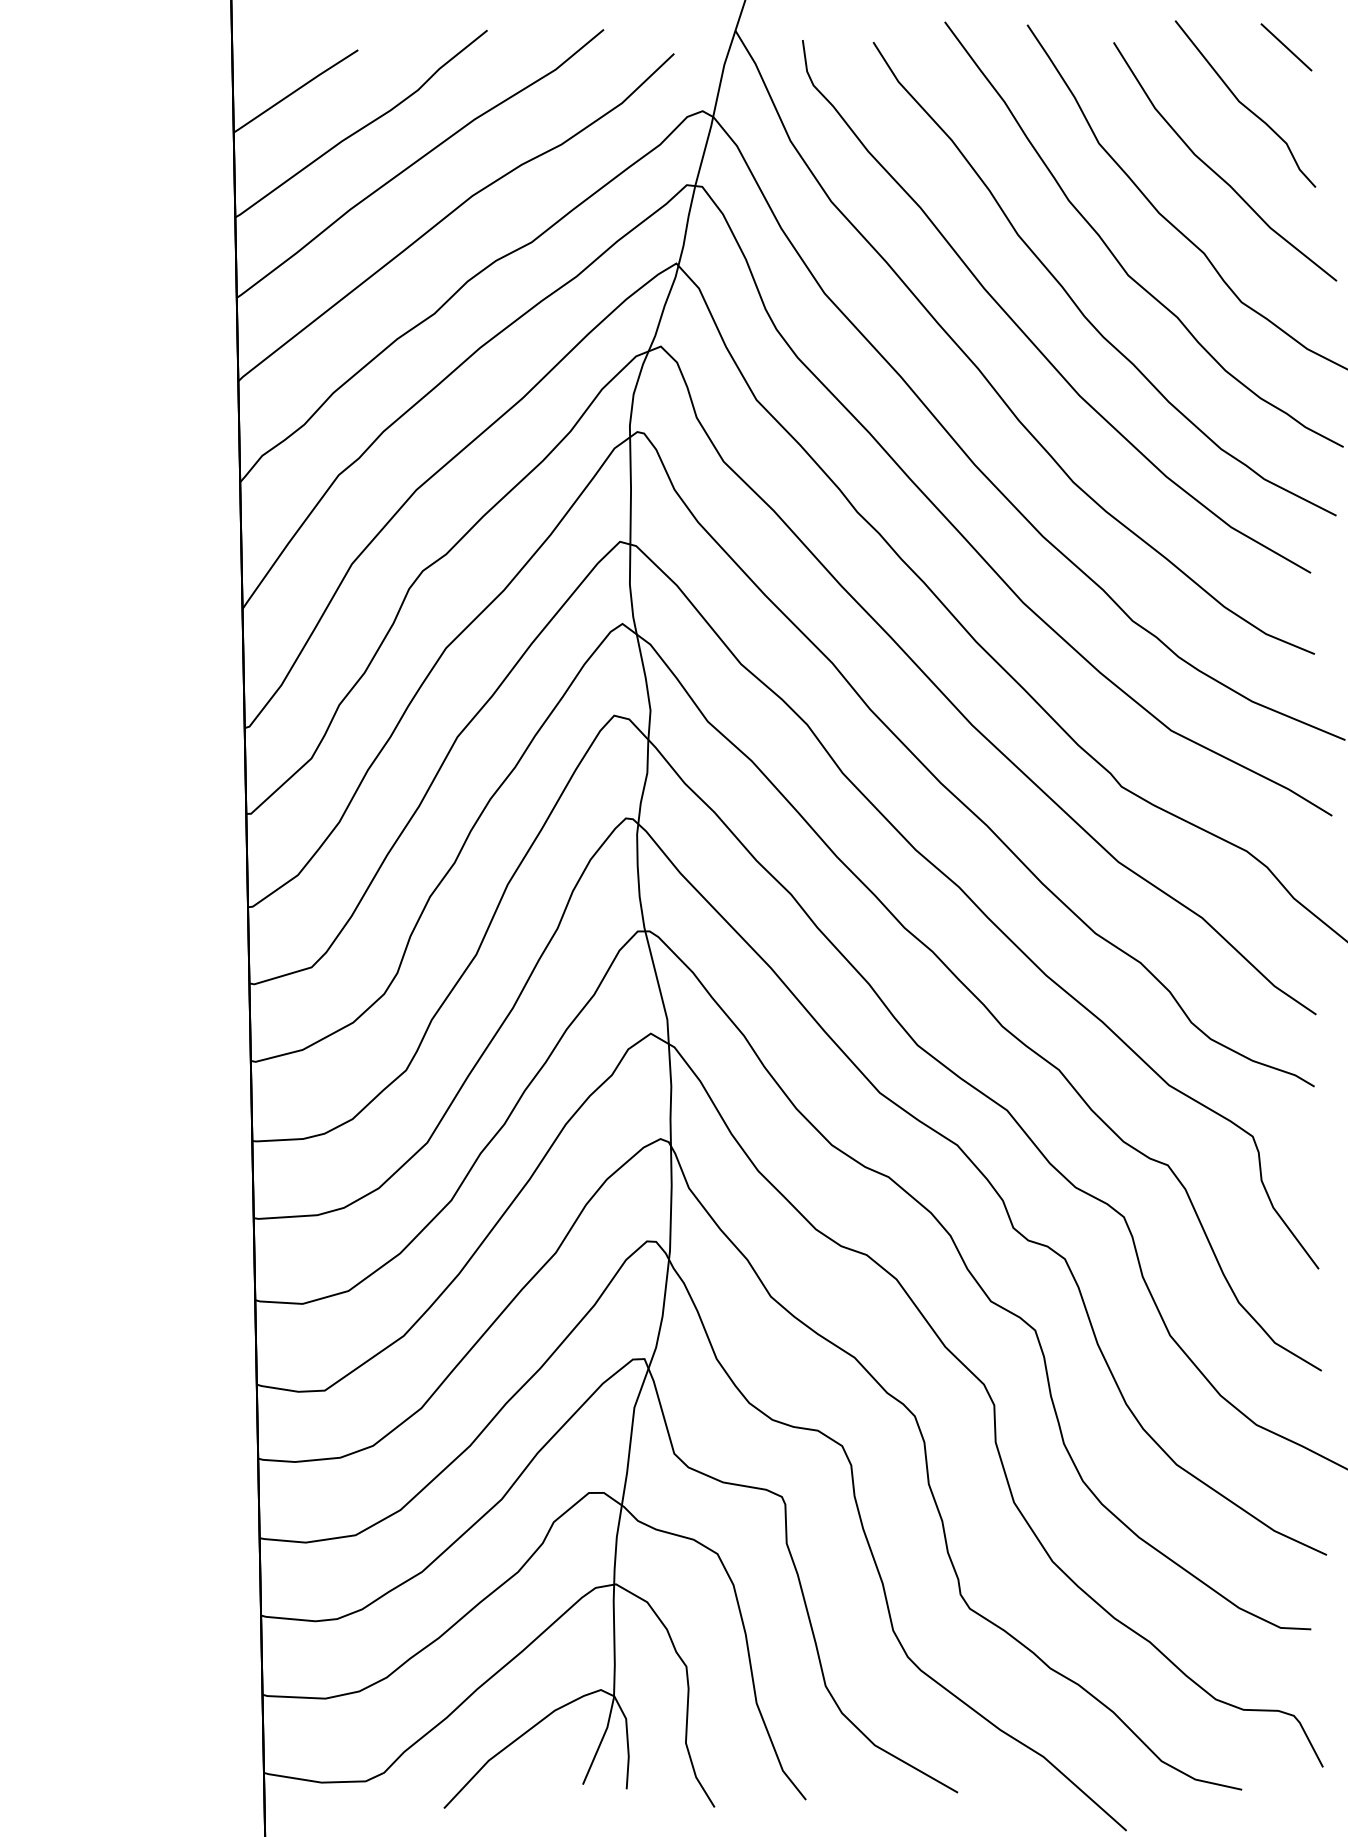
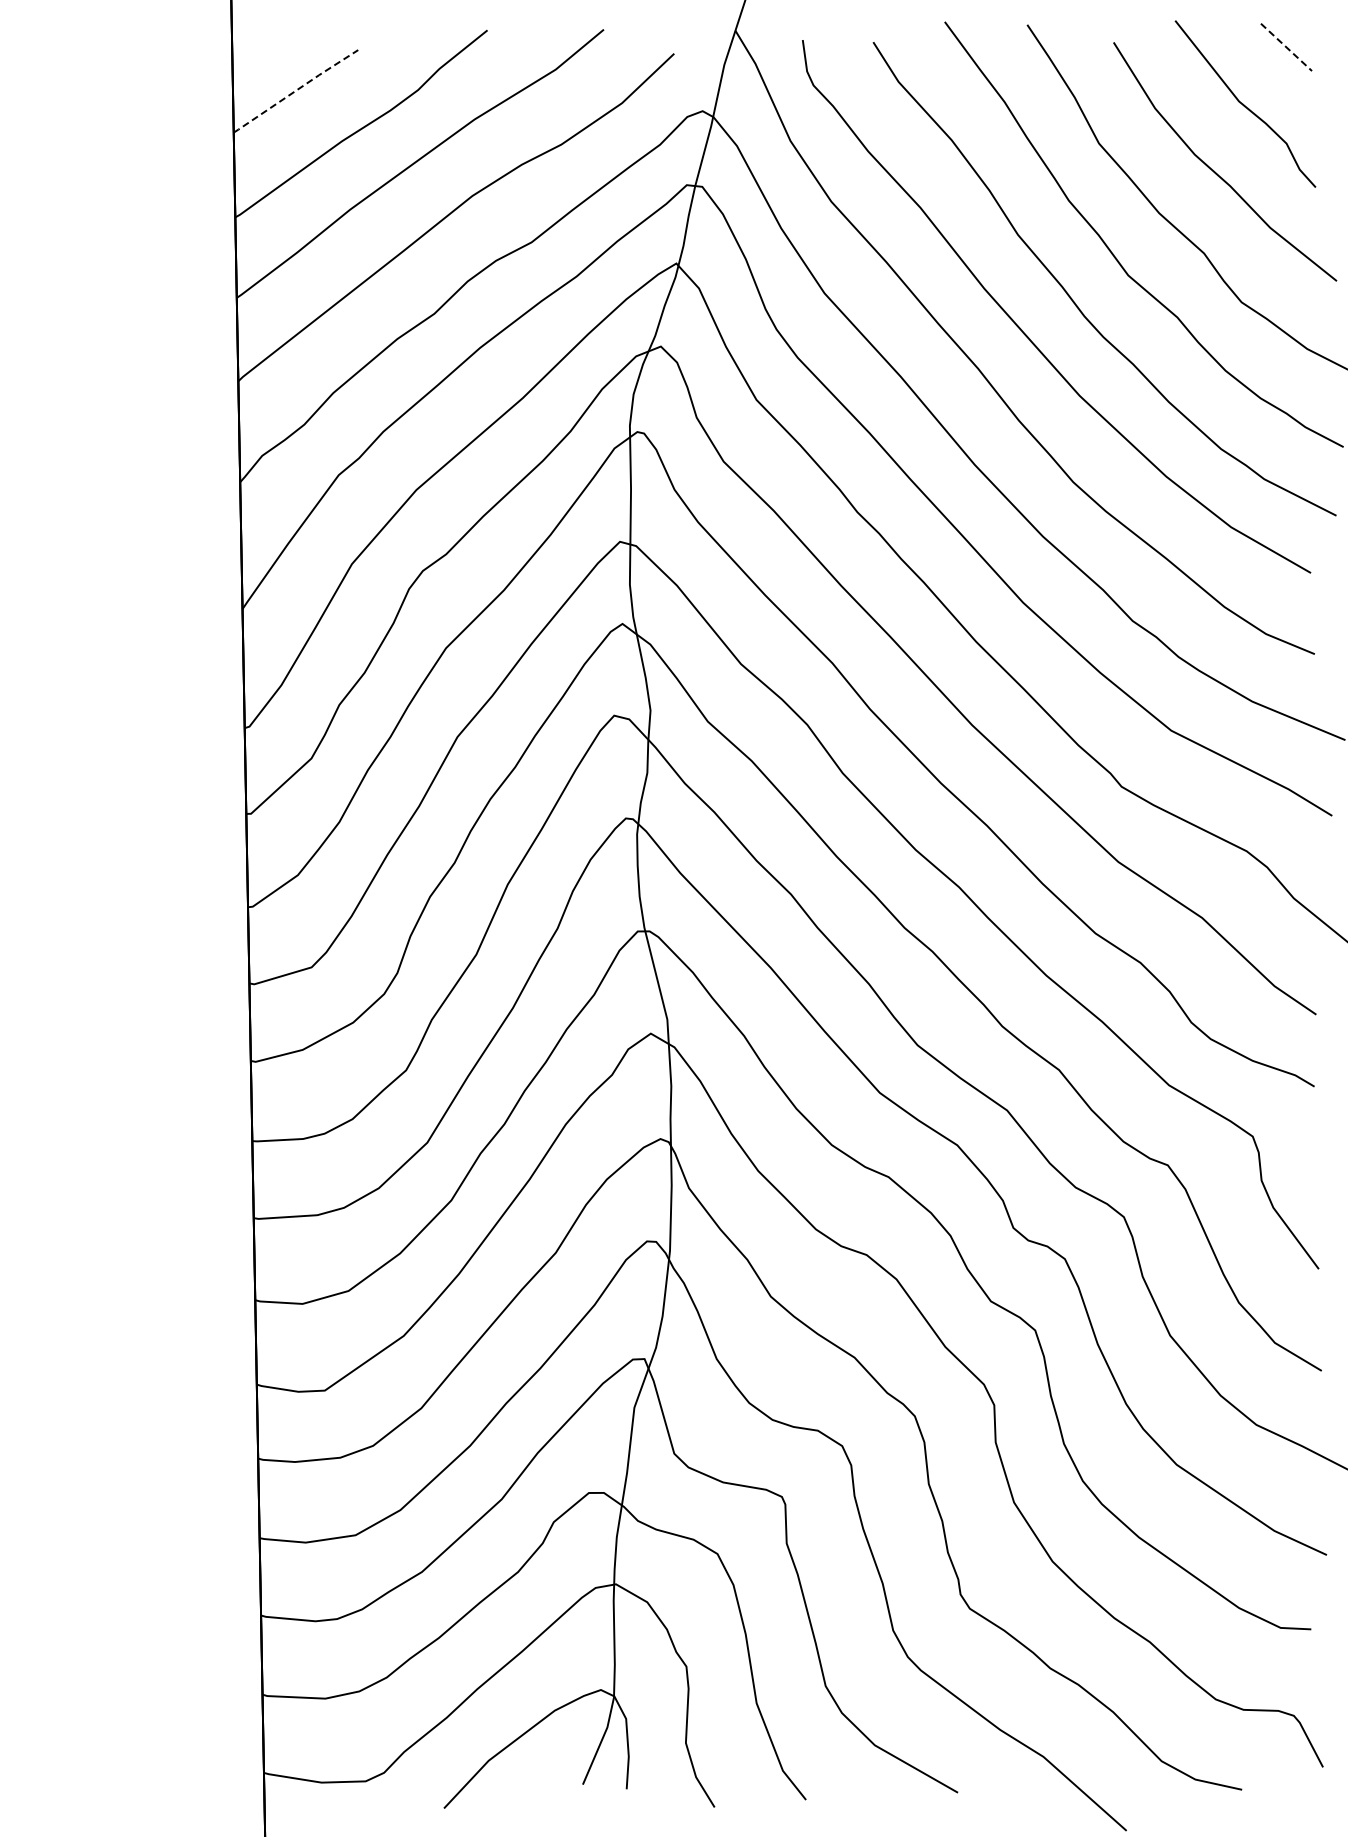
line at (1286, 47): solid -> dashed
line at (296, 90): solid -> dashed
